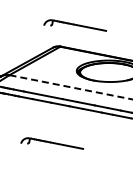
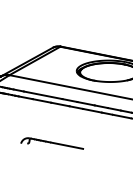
part at (74, 25): present -> none
line at (71, 87): dashed -> solid
